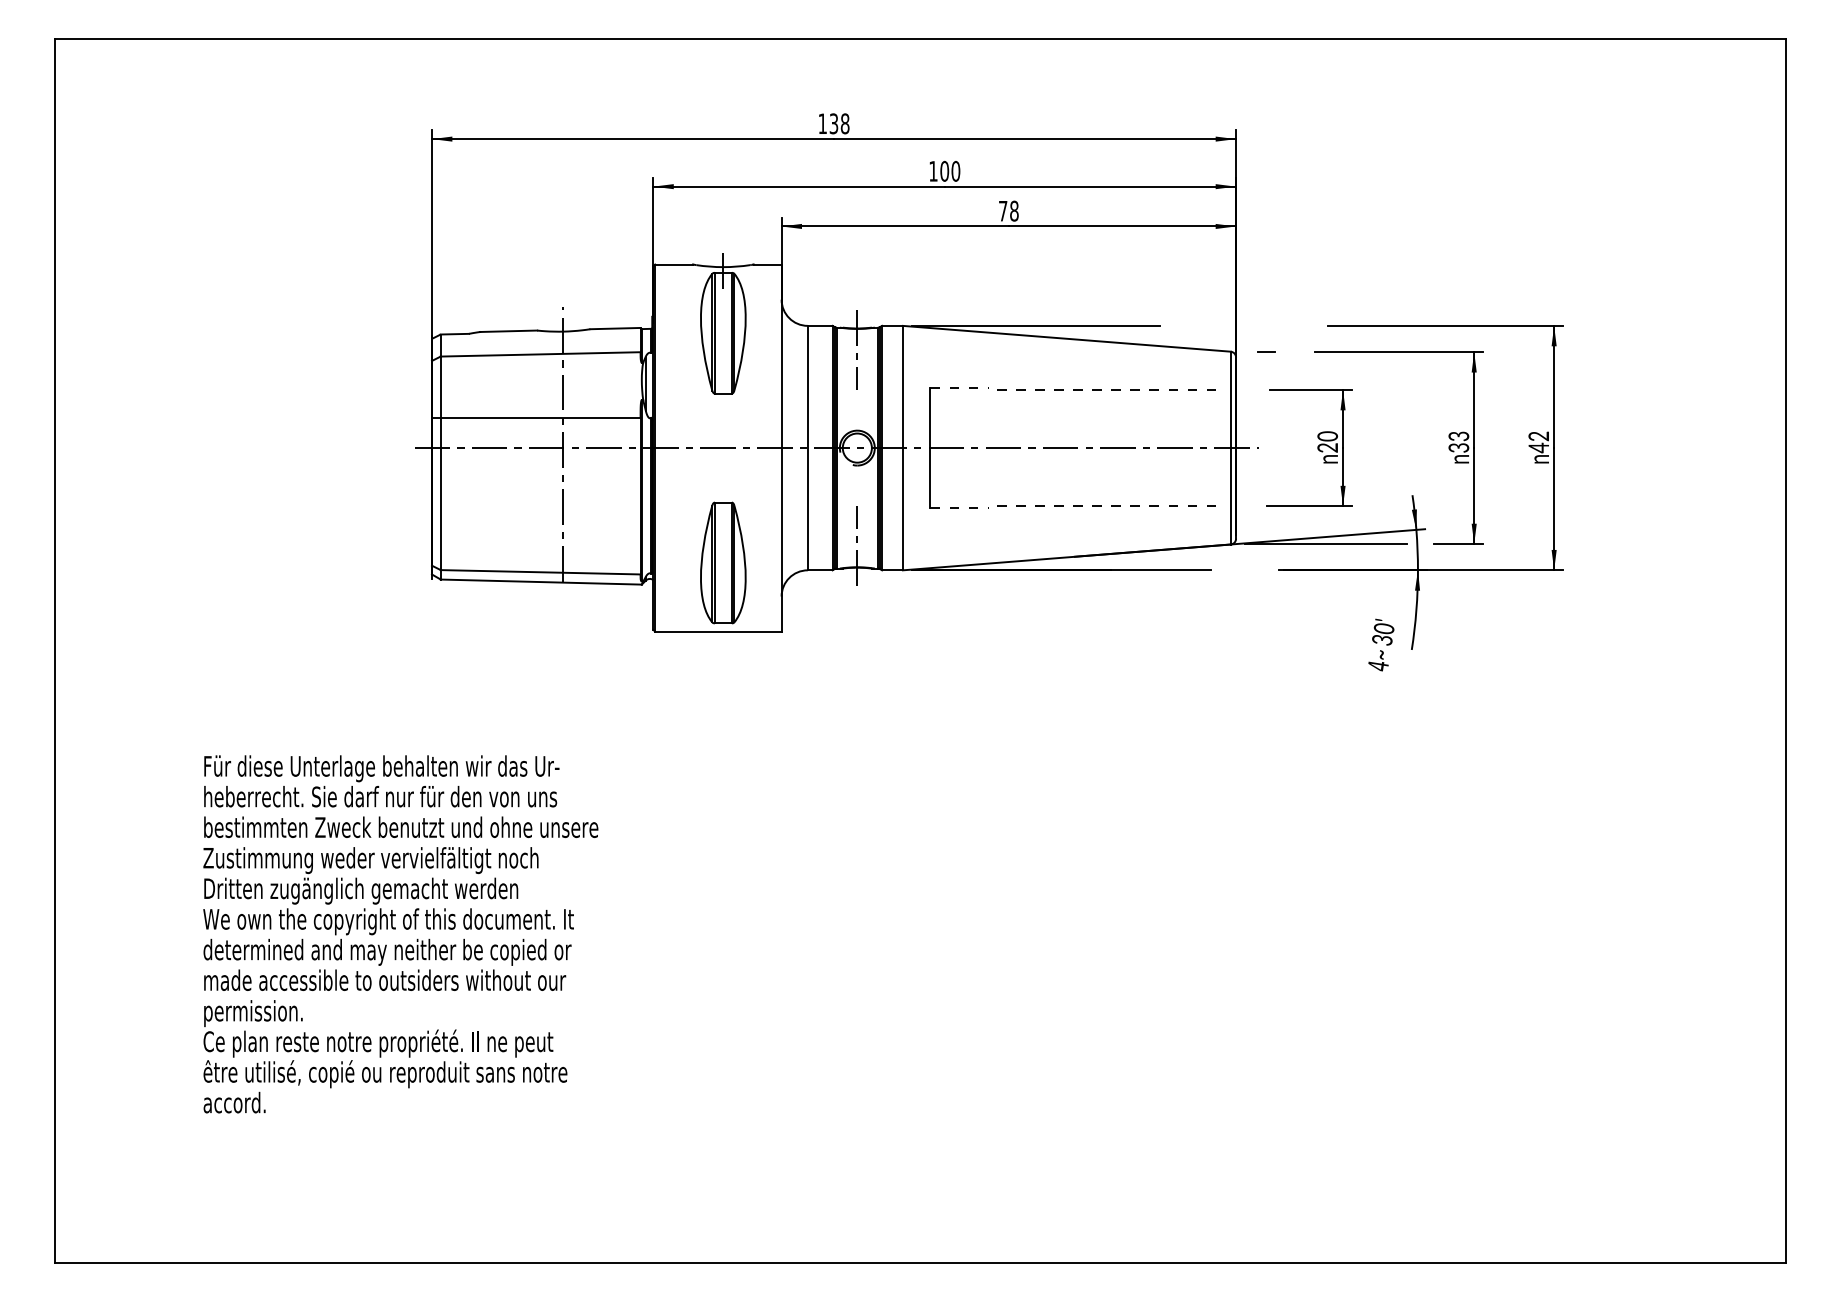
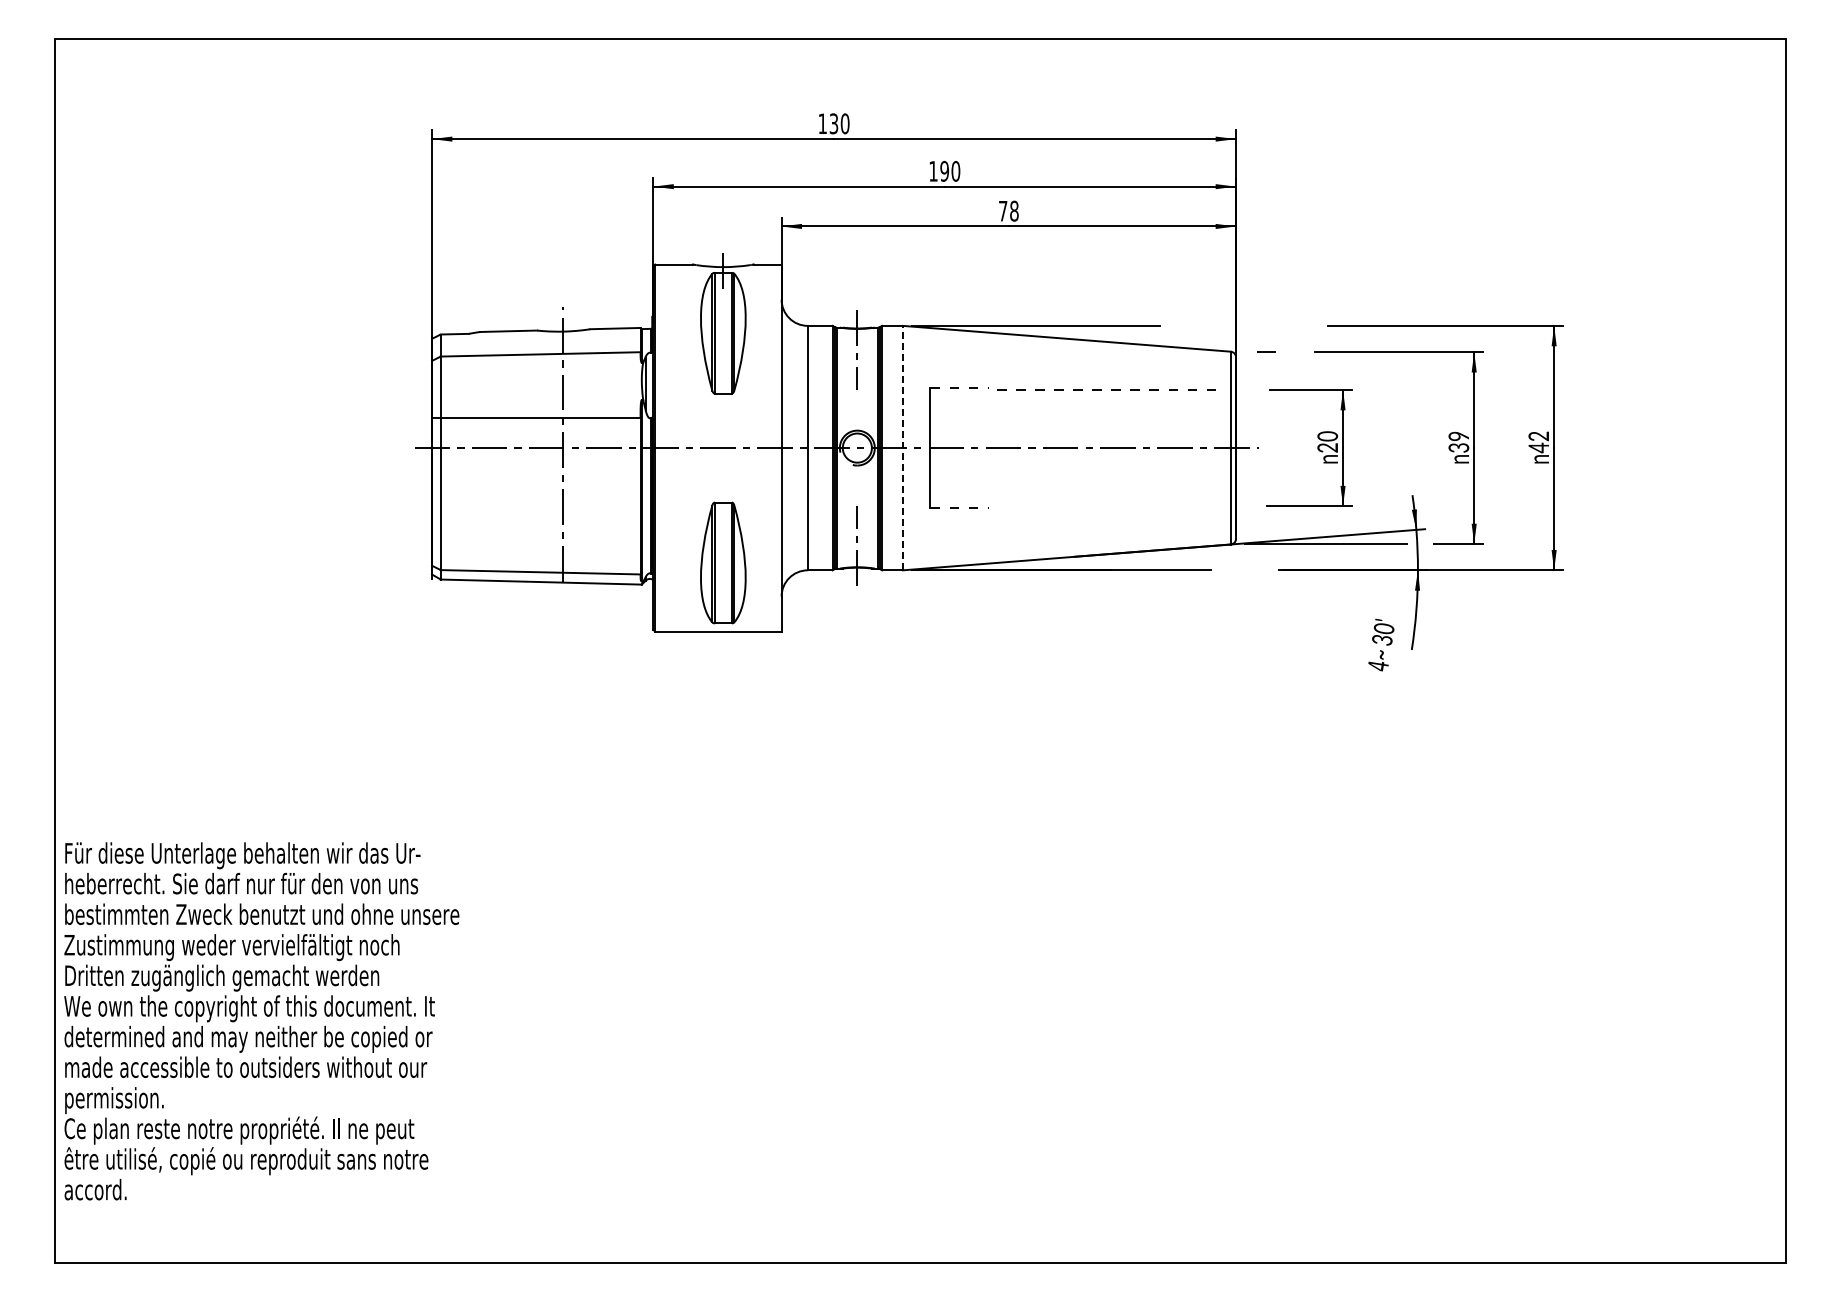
text at (844, 123): 138 -> 130
text at (944, 171): 100 -> 190
text at (1459, 436): 33 -> 39
line at (902, 447): solid -> dashed
line at (1101, 505): present -> none
text at (400, 934) position: (400, 934) -> (261, 1021)
